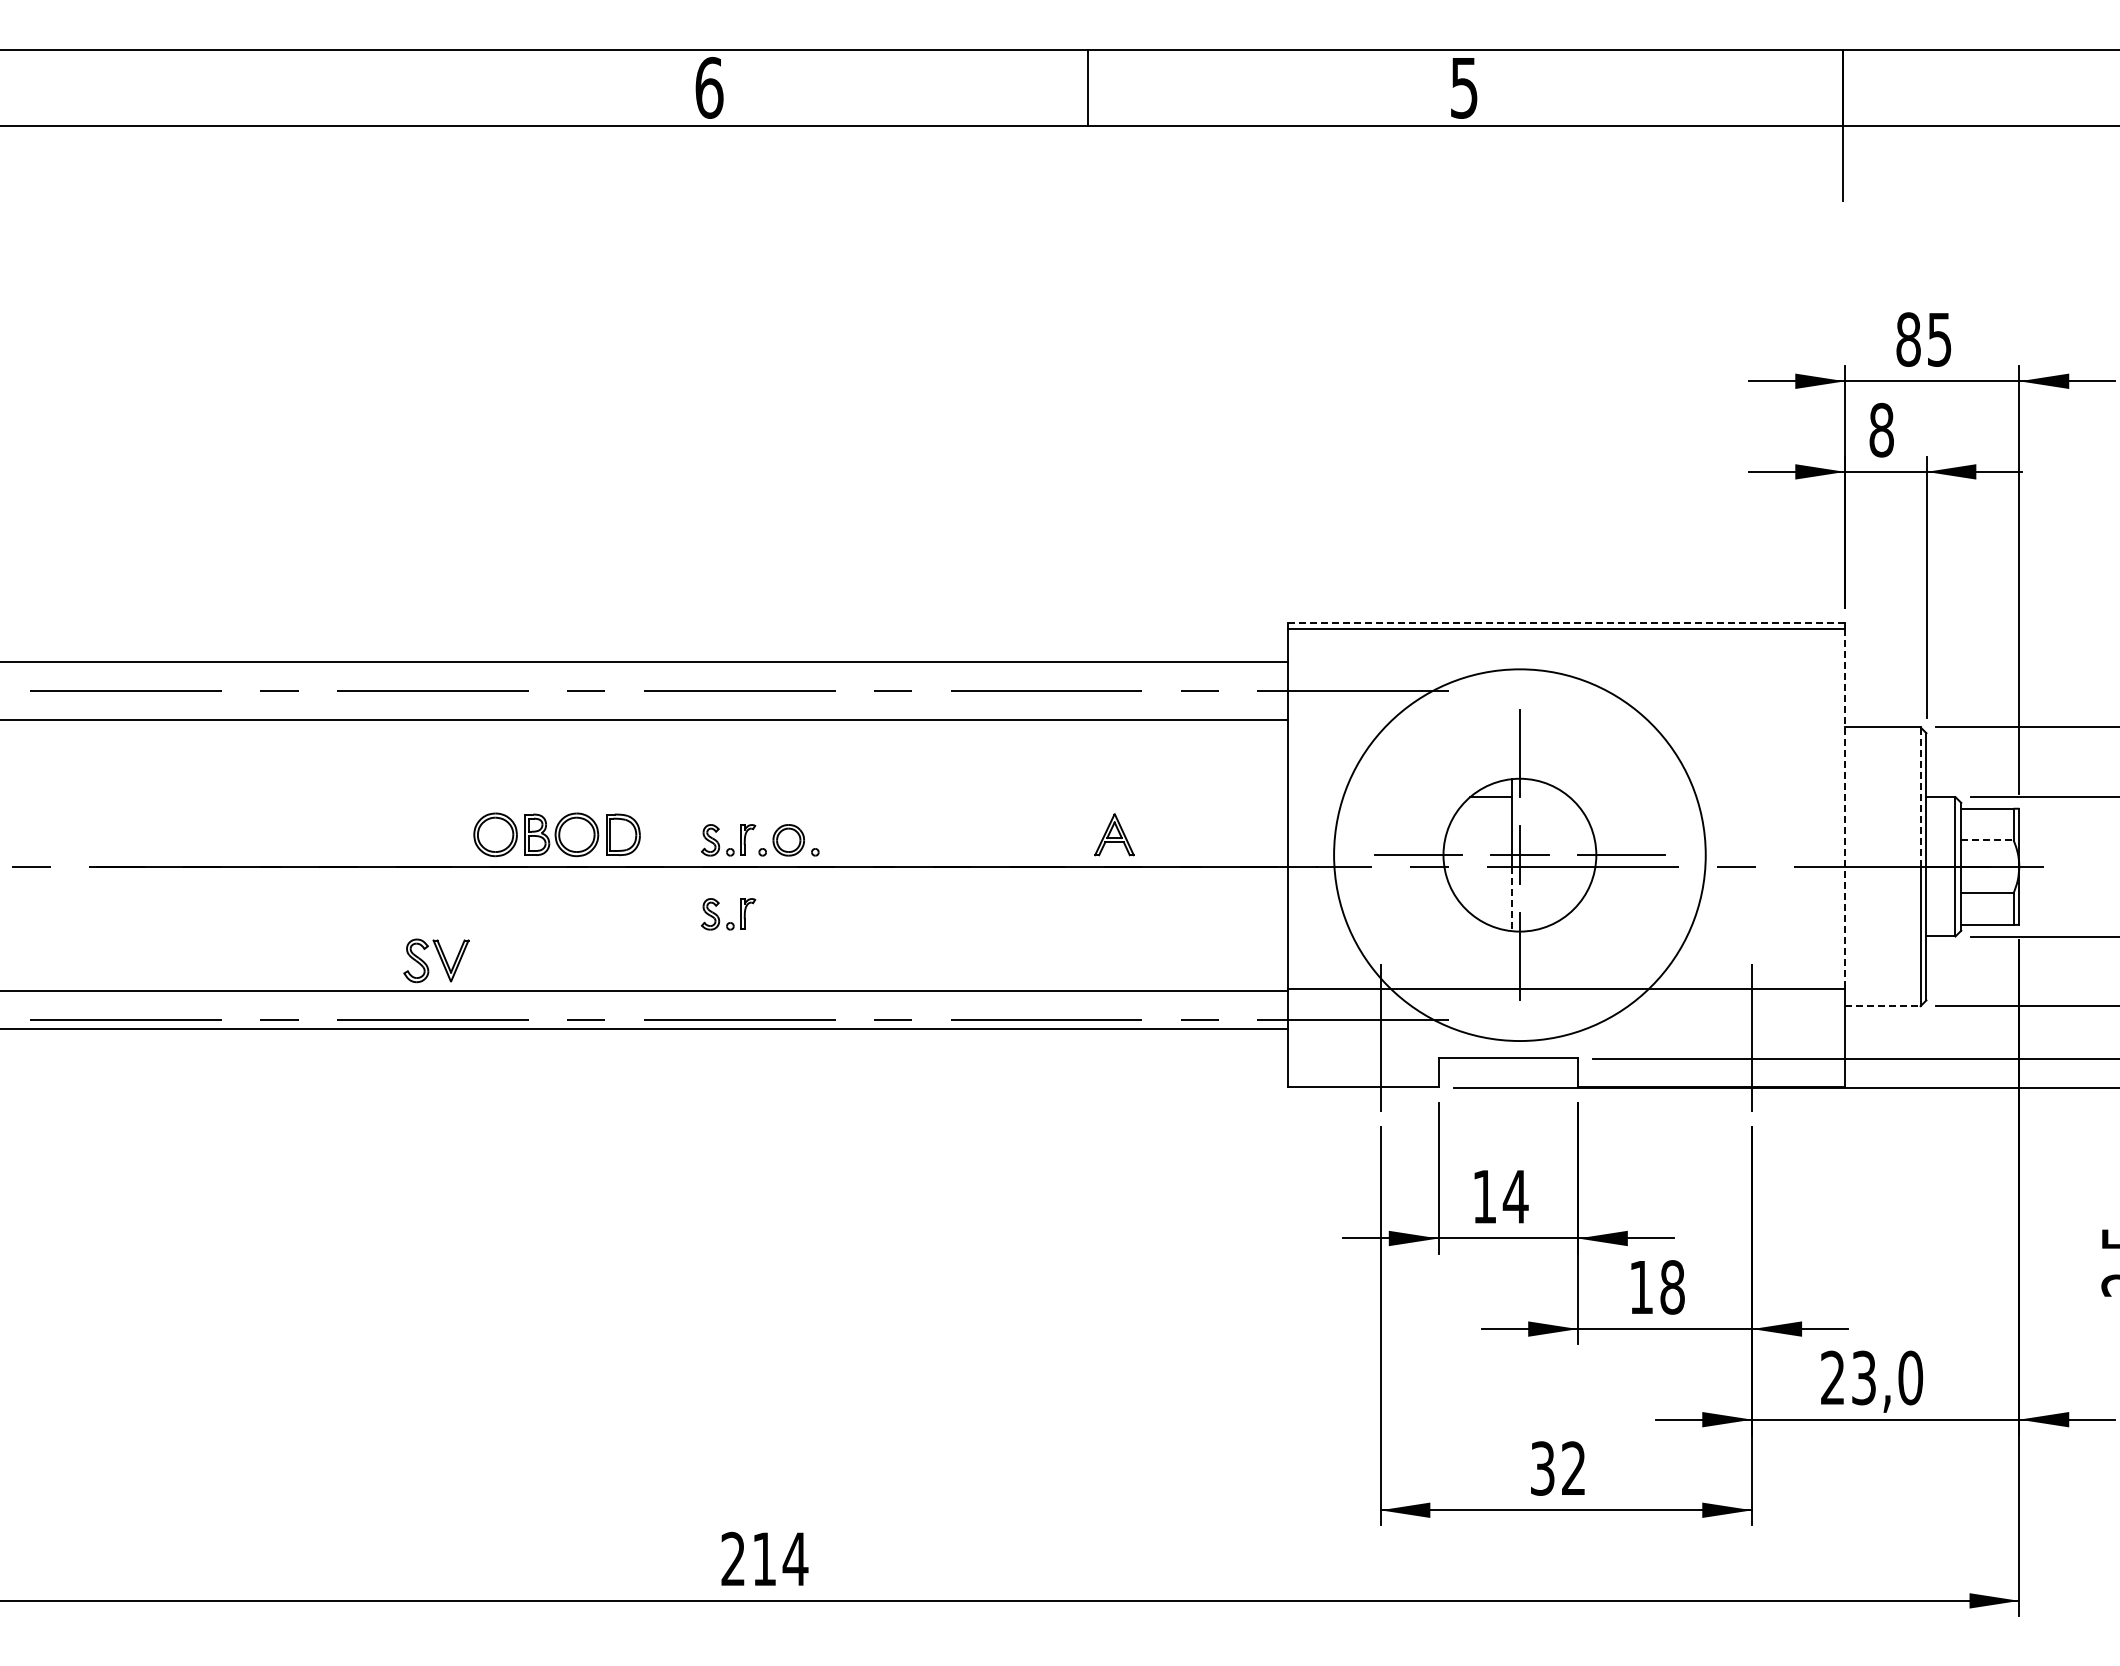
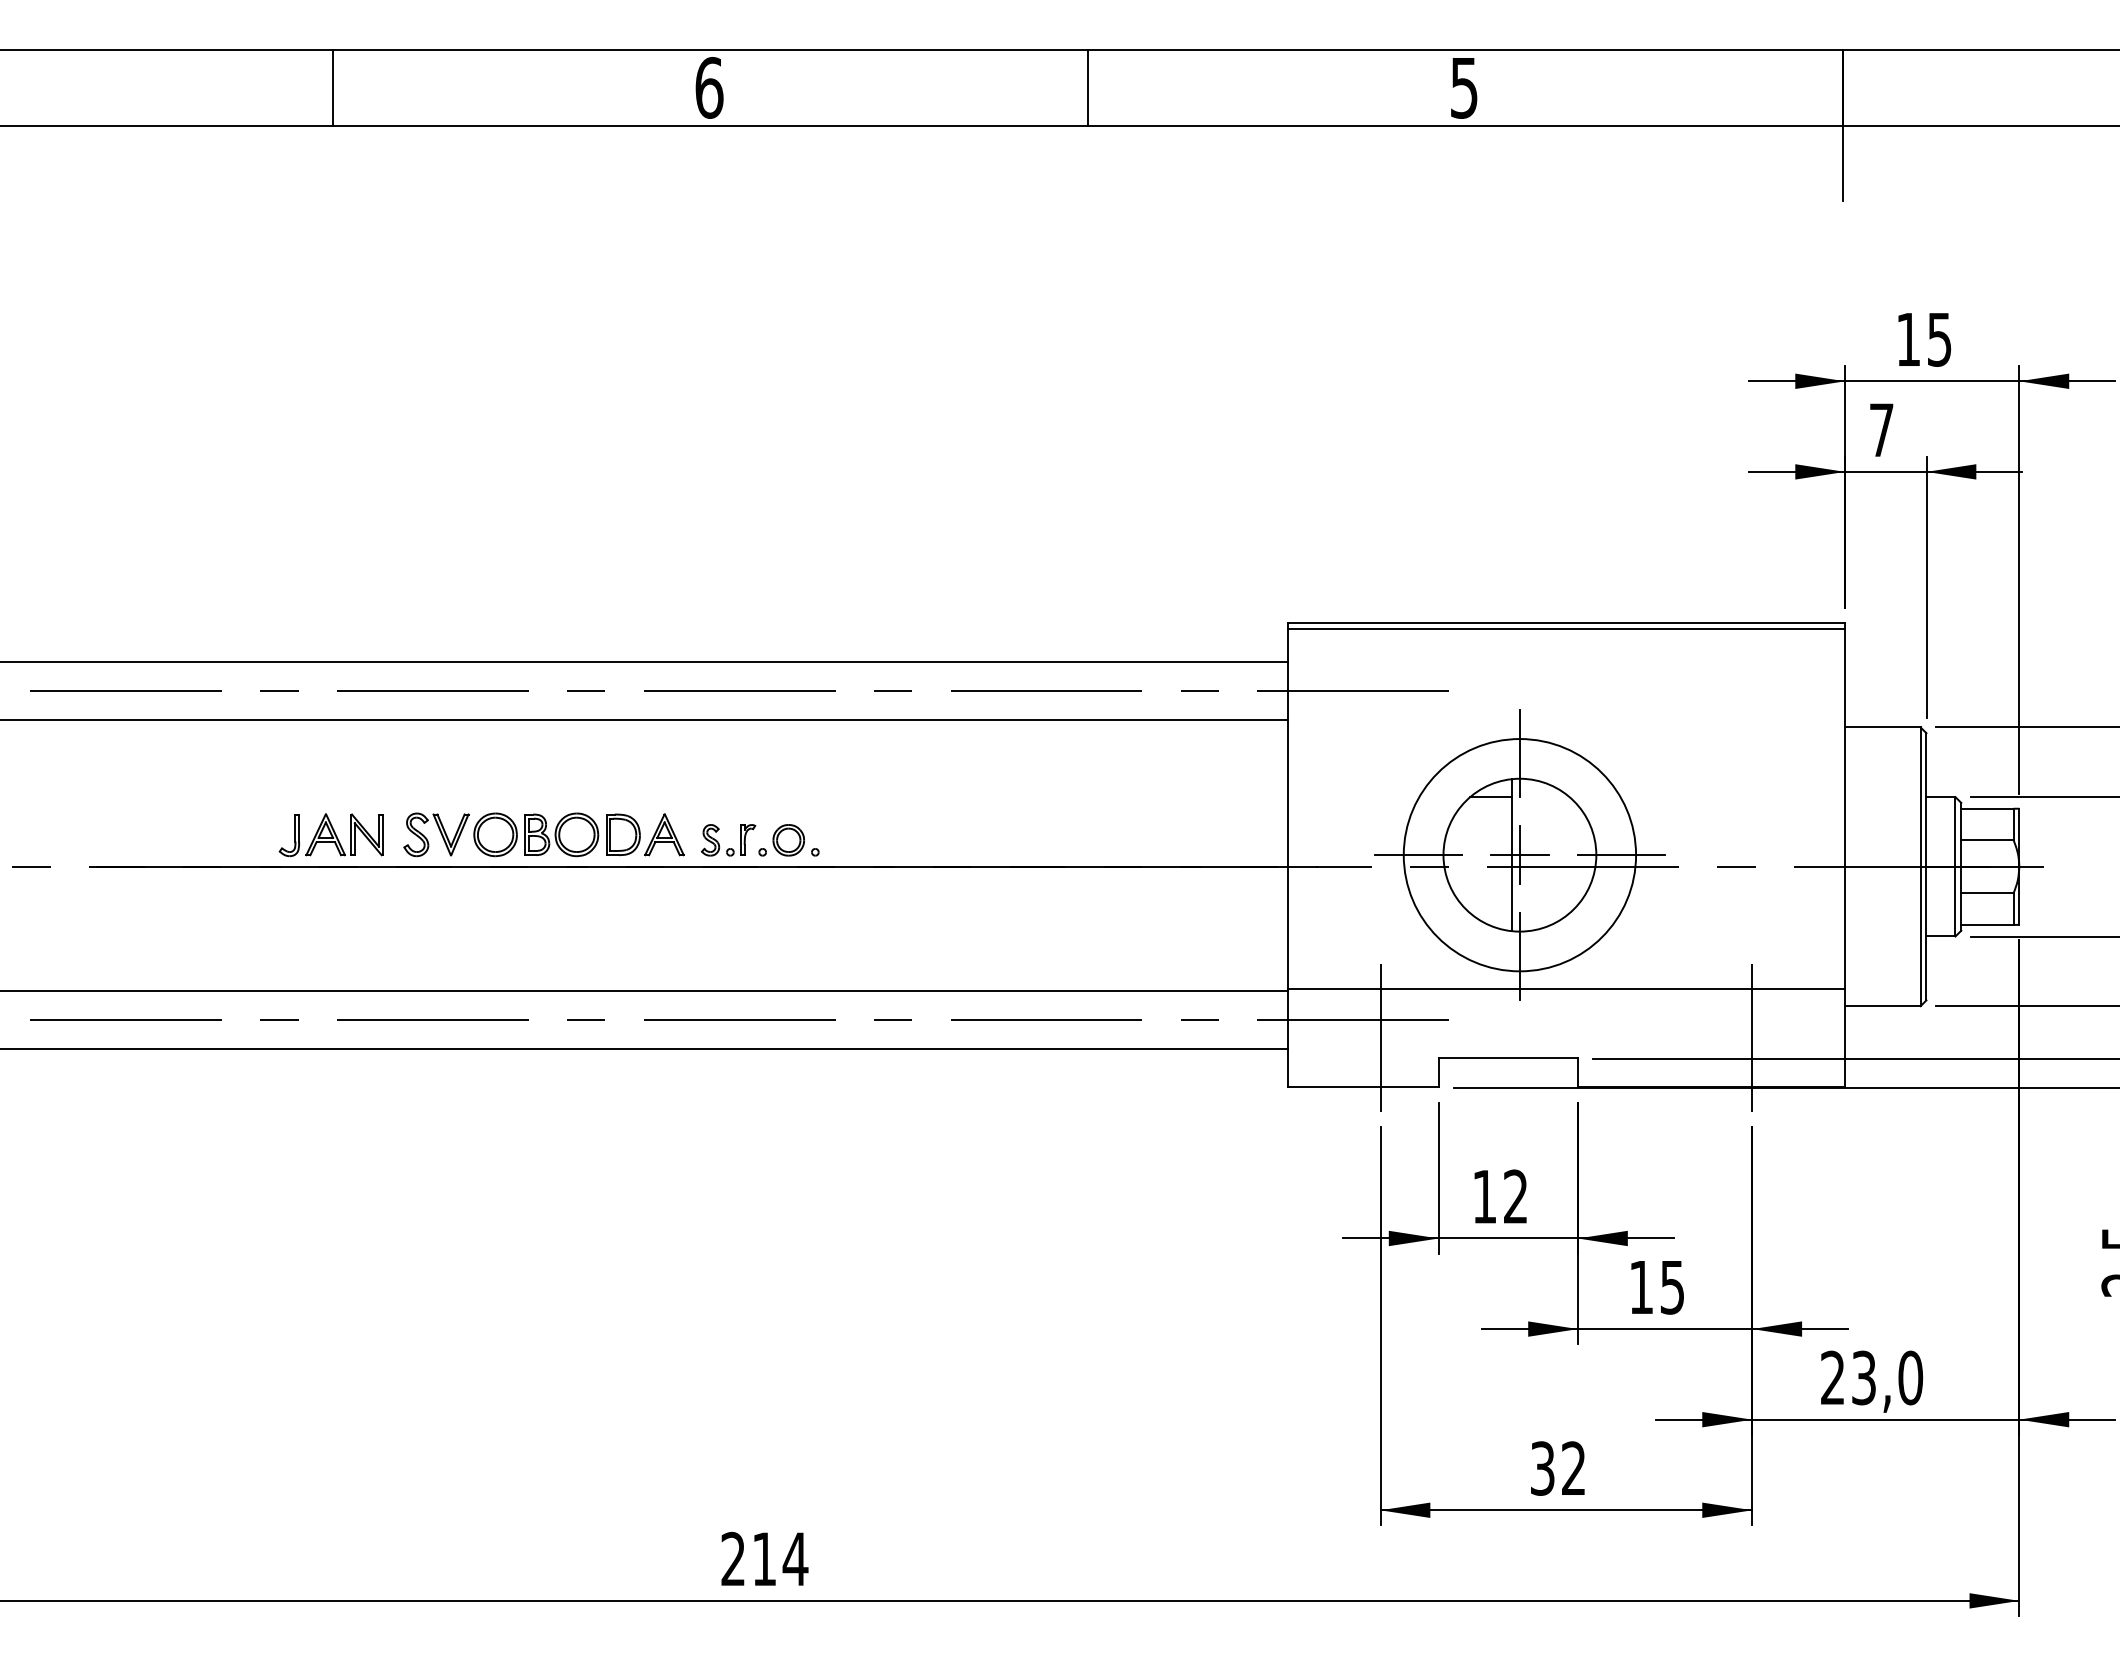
line at (332, 87): none -> present
text at (1908, 339): 85 -> 15
text at (1881, 429): 8 -> 7
line at (1566, 622): dashed -> solid
line at (1920, 797): dashed -> solid
line at (1845, 809): dashed -> solid
part at (1114, 834) position: (1114, 834) -> (664, 834)
part at (330, 835): none -> present
line at (1987, 840): dashed -> solid
circle at (1519, 855) diameter: 372 px -> 232 px
line at (1511, 899): dashed -> solid
part at (728, 922): present -> none
part at (436, 960) position: (436, 960) -> (436, 834)
line at (1882, 1006): dashed -> solid
line at (644, 1028) position: (644, 1028) -> (644, 1048)
text at (1515, 1196): 14 -> 12
text at (1672, 1287): 18 -> 15
